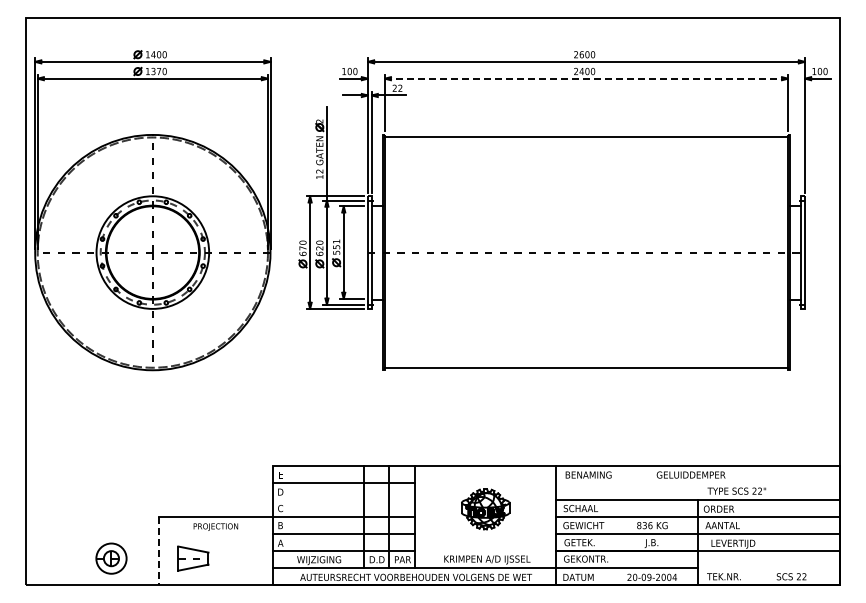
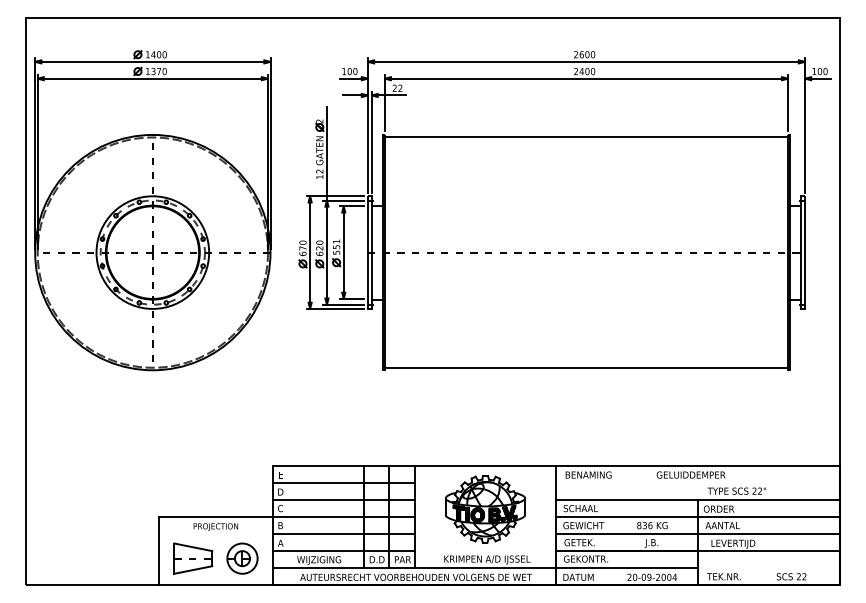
line at (586, 78): dashed -> solid
line at (343, 500): none -> present
part at (485, 509) size: 50x43 px -> 82x69 px
line at (159, 551): dashed -> solid
part at (111, 558) position: (111, 558) -> (242, 558)
part at (193, 558) size: 33x27 px -> 41x33 px
